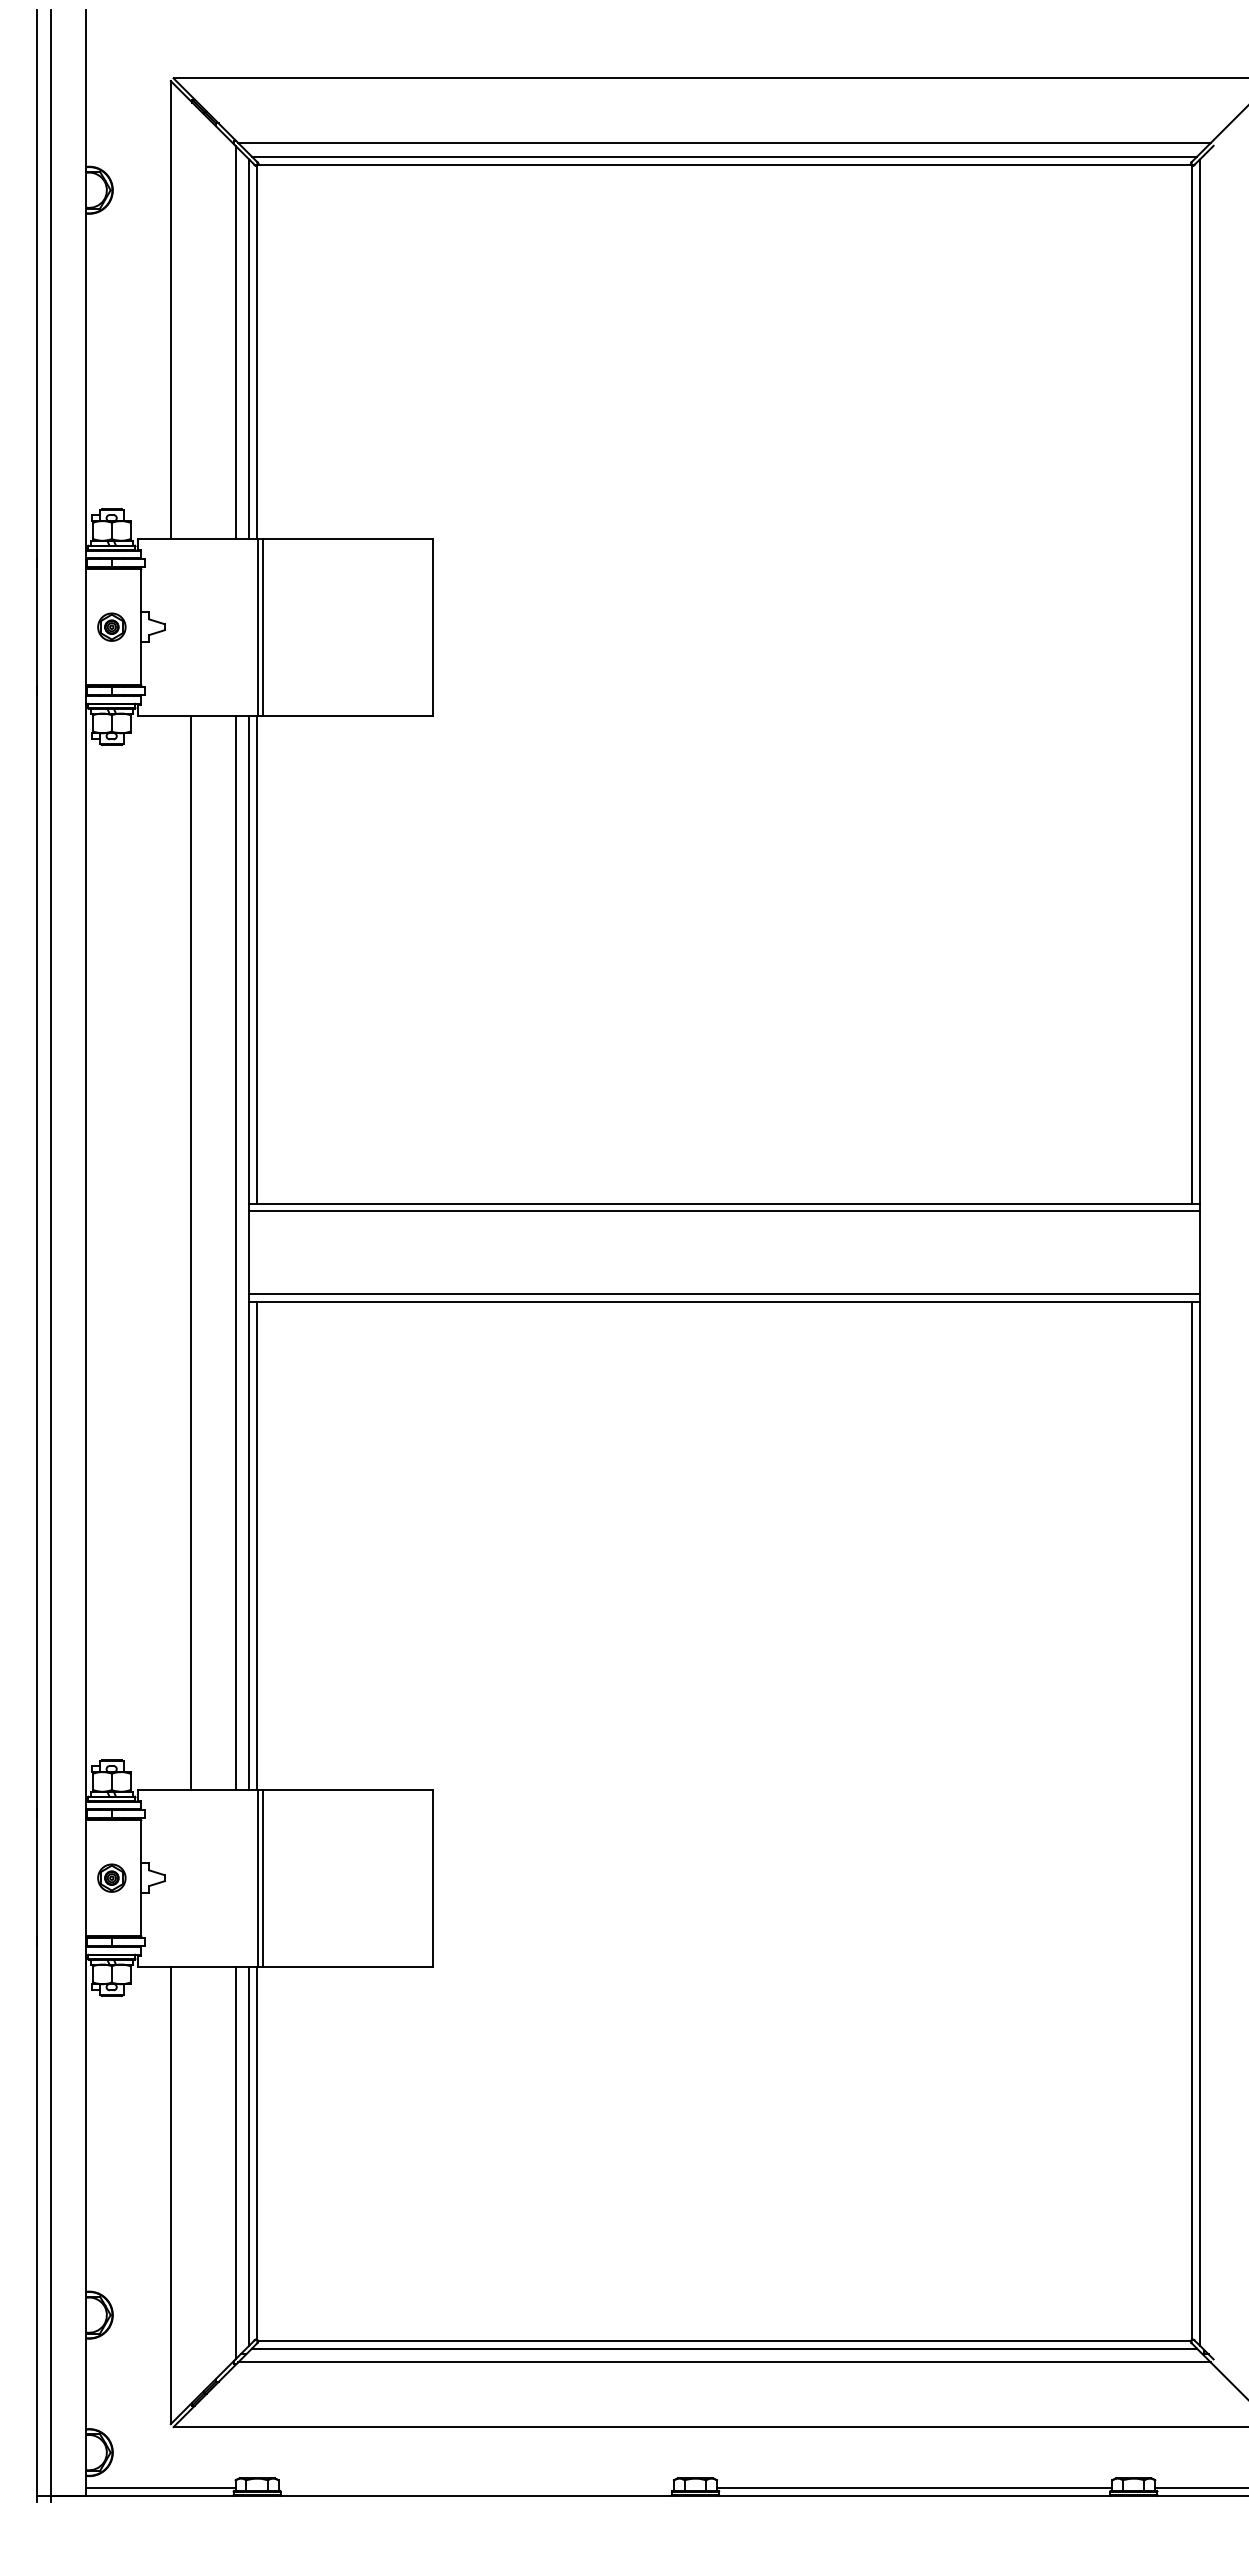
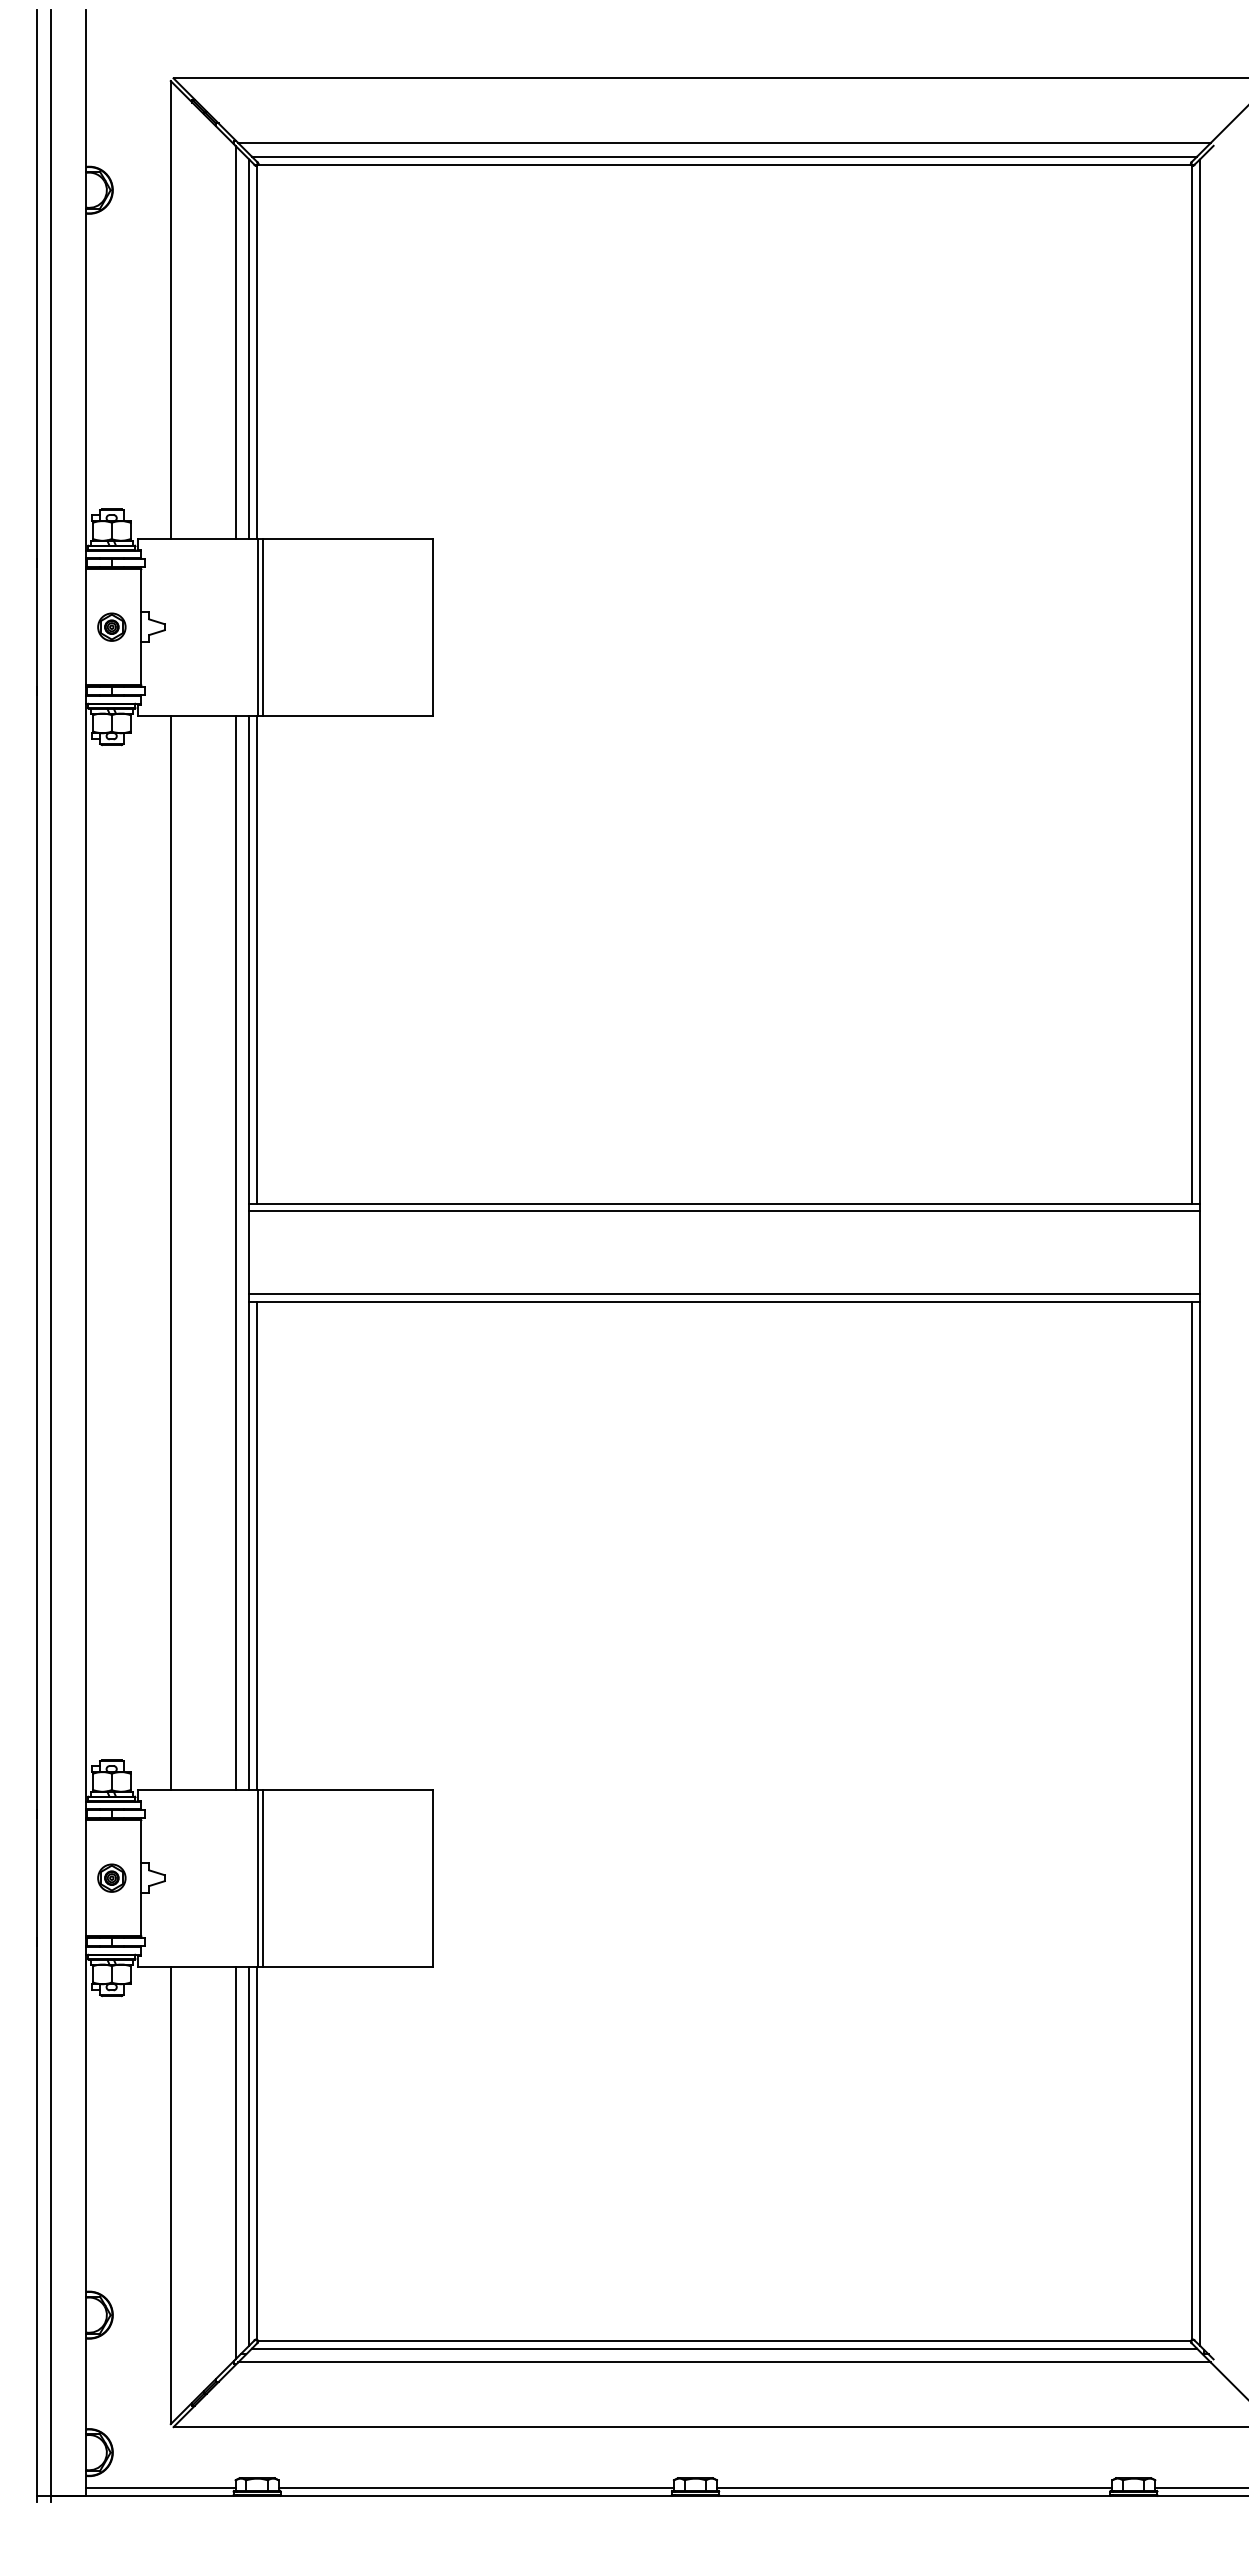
line at (190, 1252) position: (190, 1252) -> (170, 1252)
line at (475, 2487): none -> present
